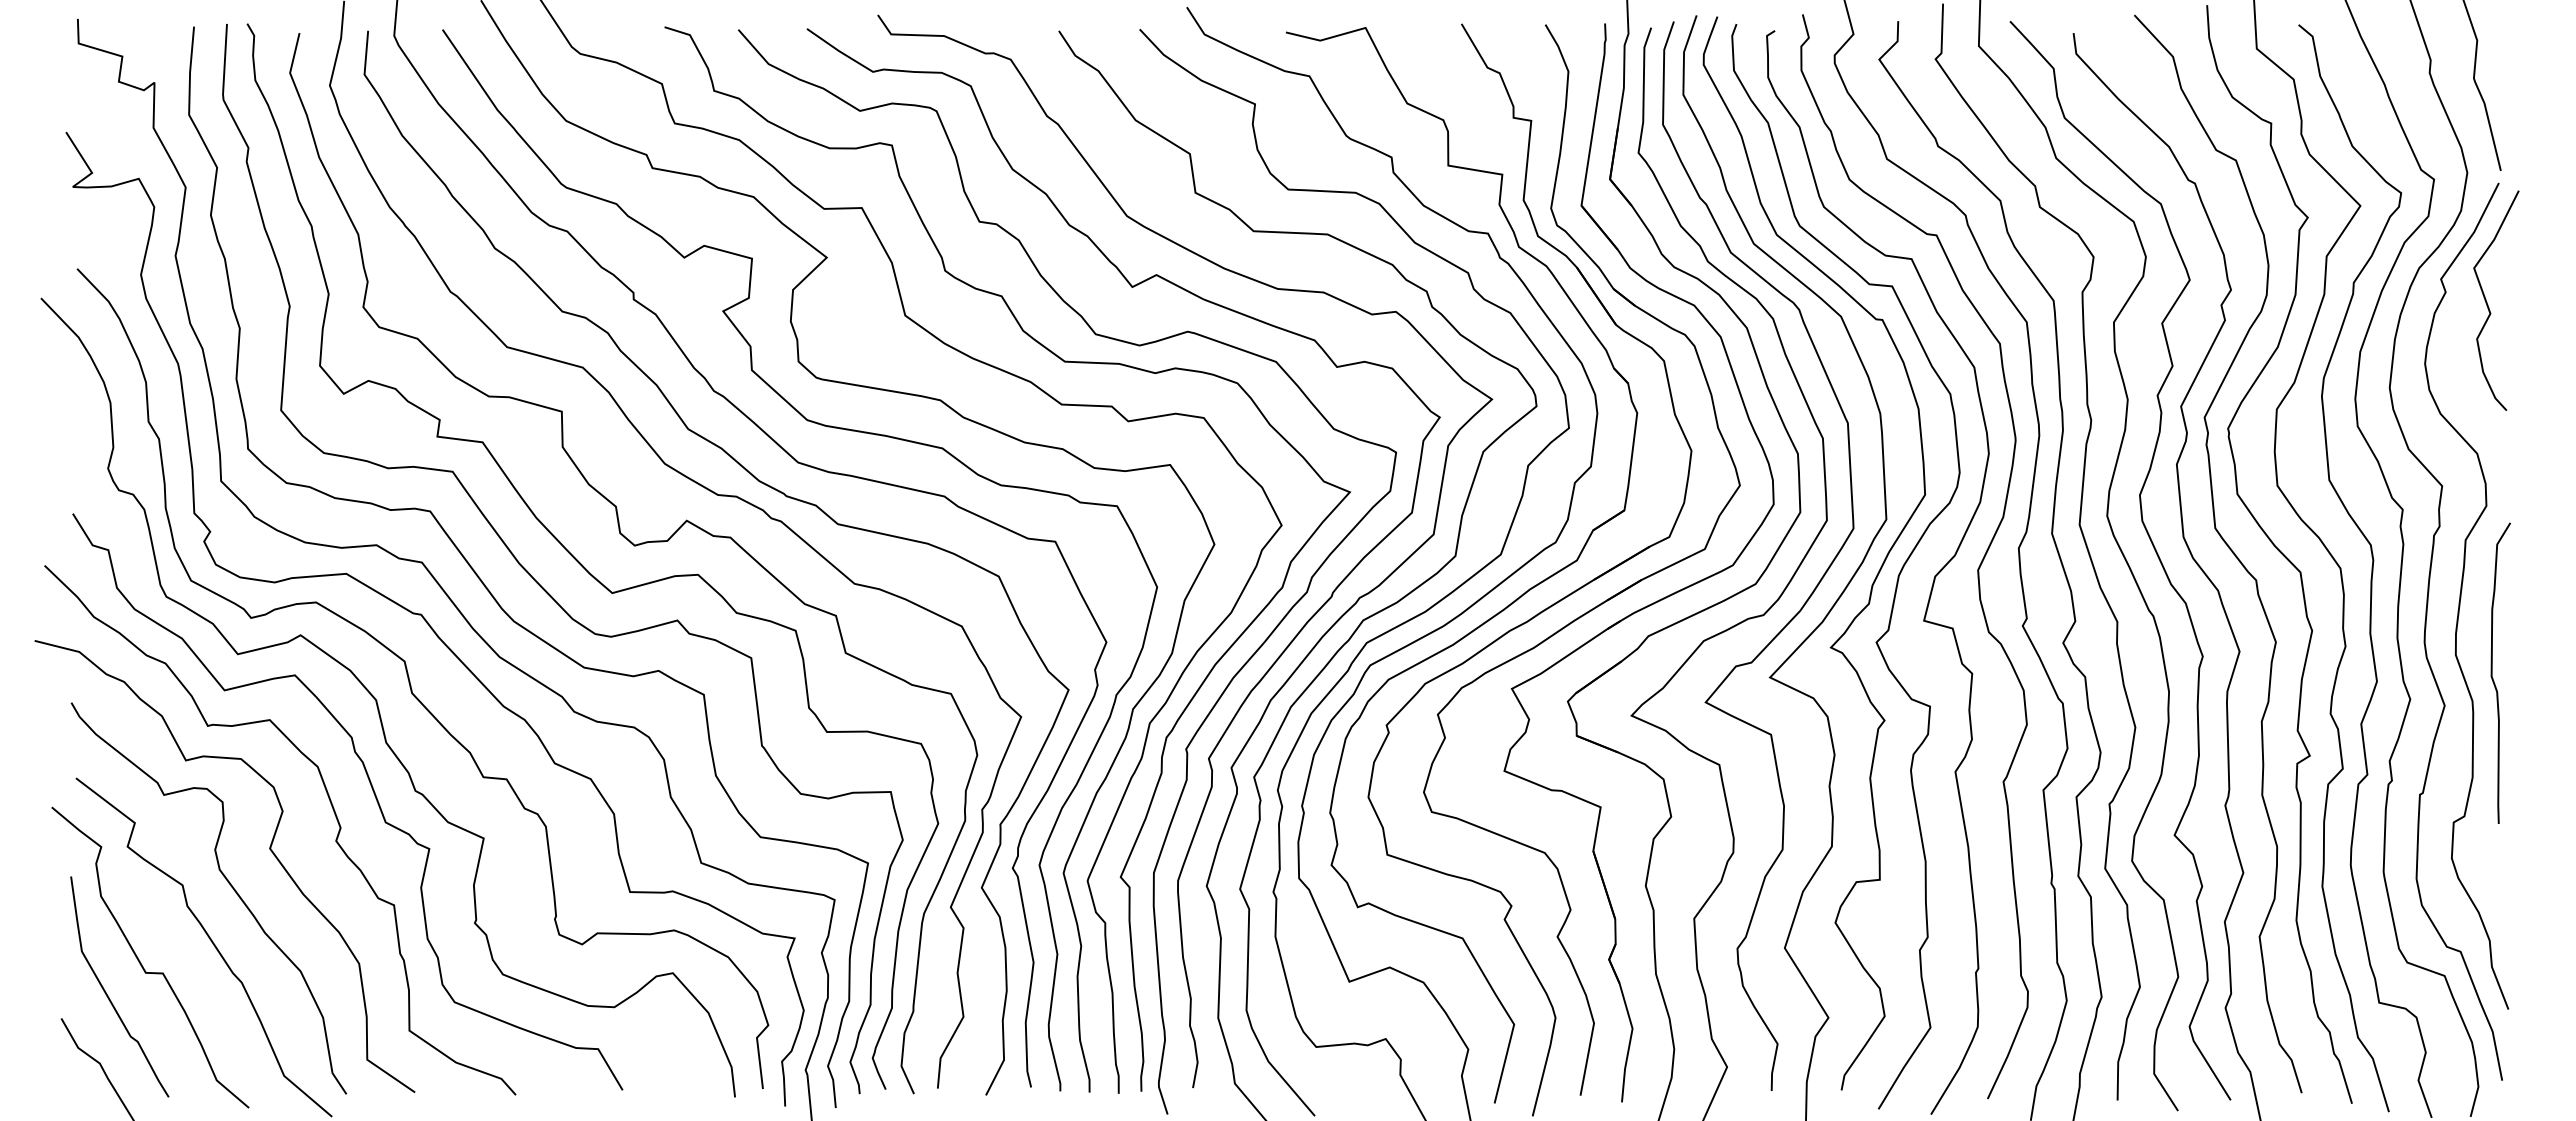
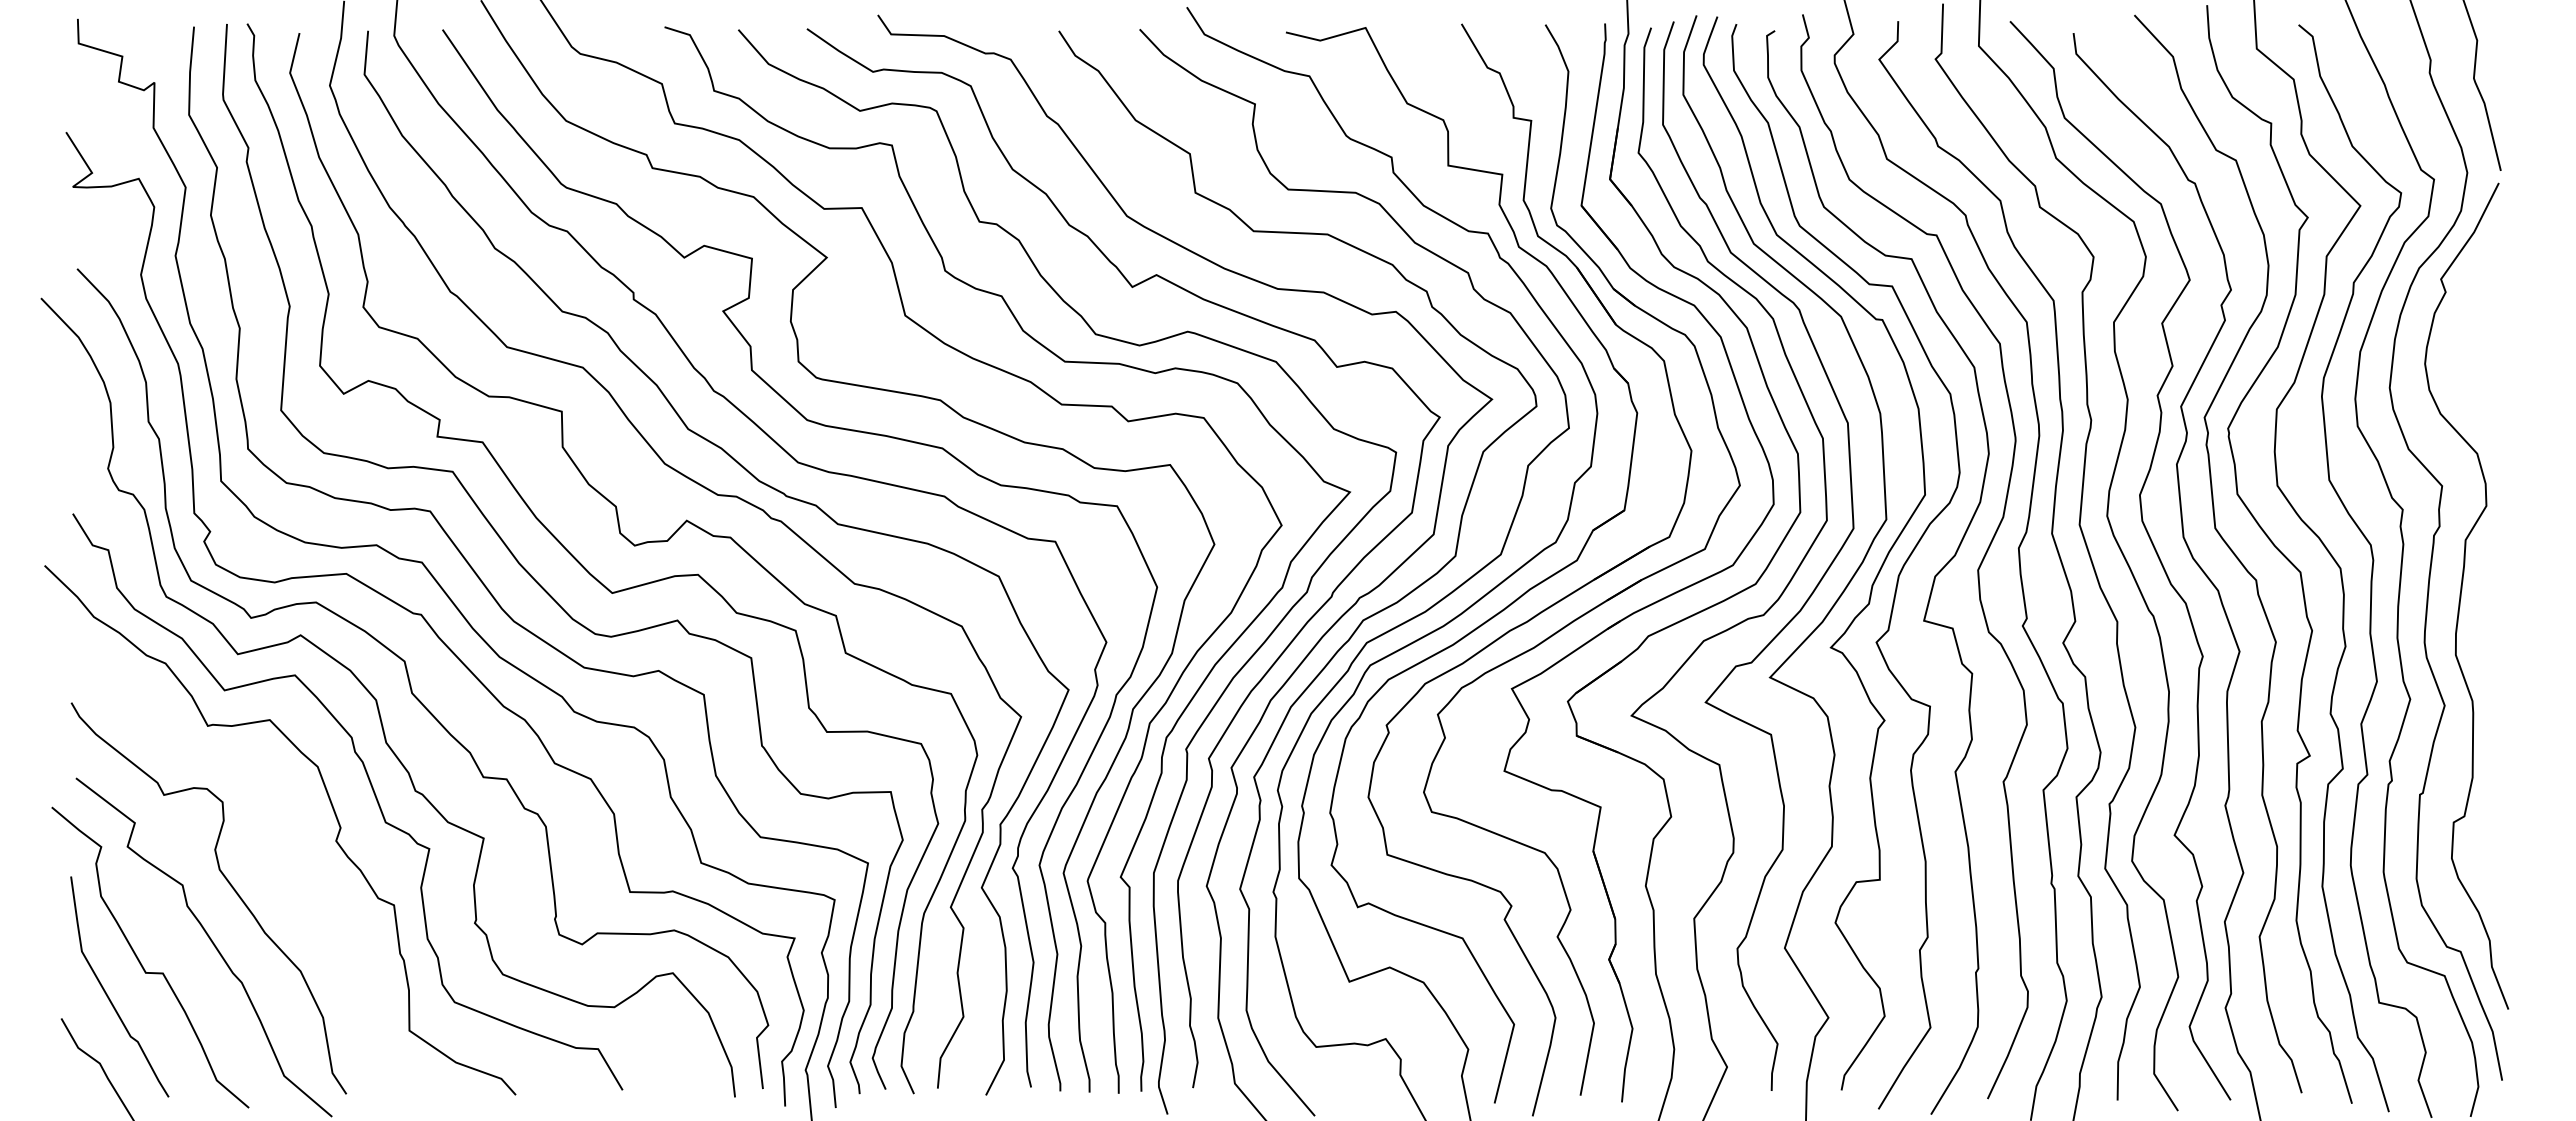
curve at (2488, 304): present -> none
curve at (2492, 672): present -> none
curve at (269, 849): present -> none
